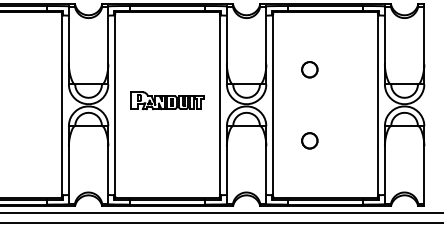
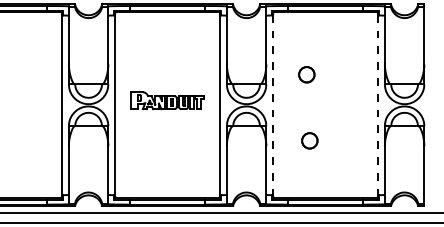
circle at (309, 69) position: (309, 69) -> (306, 74)
line at (273, 104): solid -> dashed
line at (378, 104): solid -> dashed
